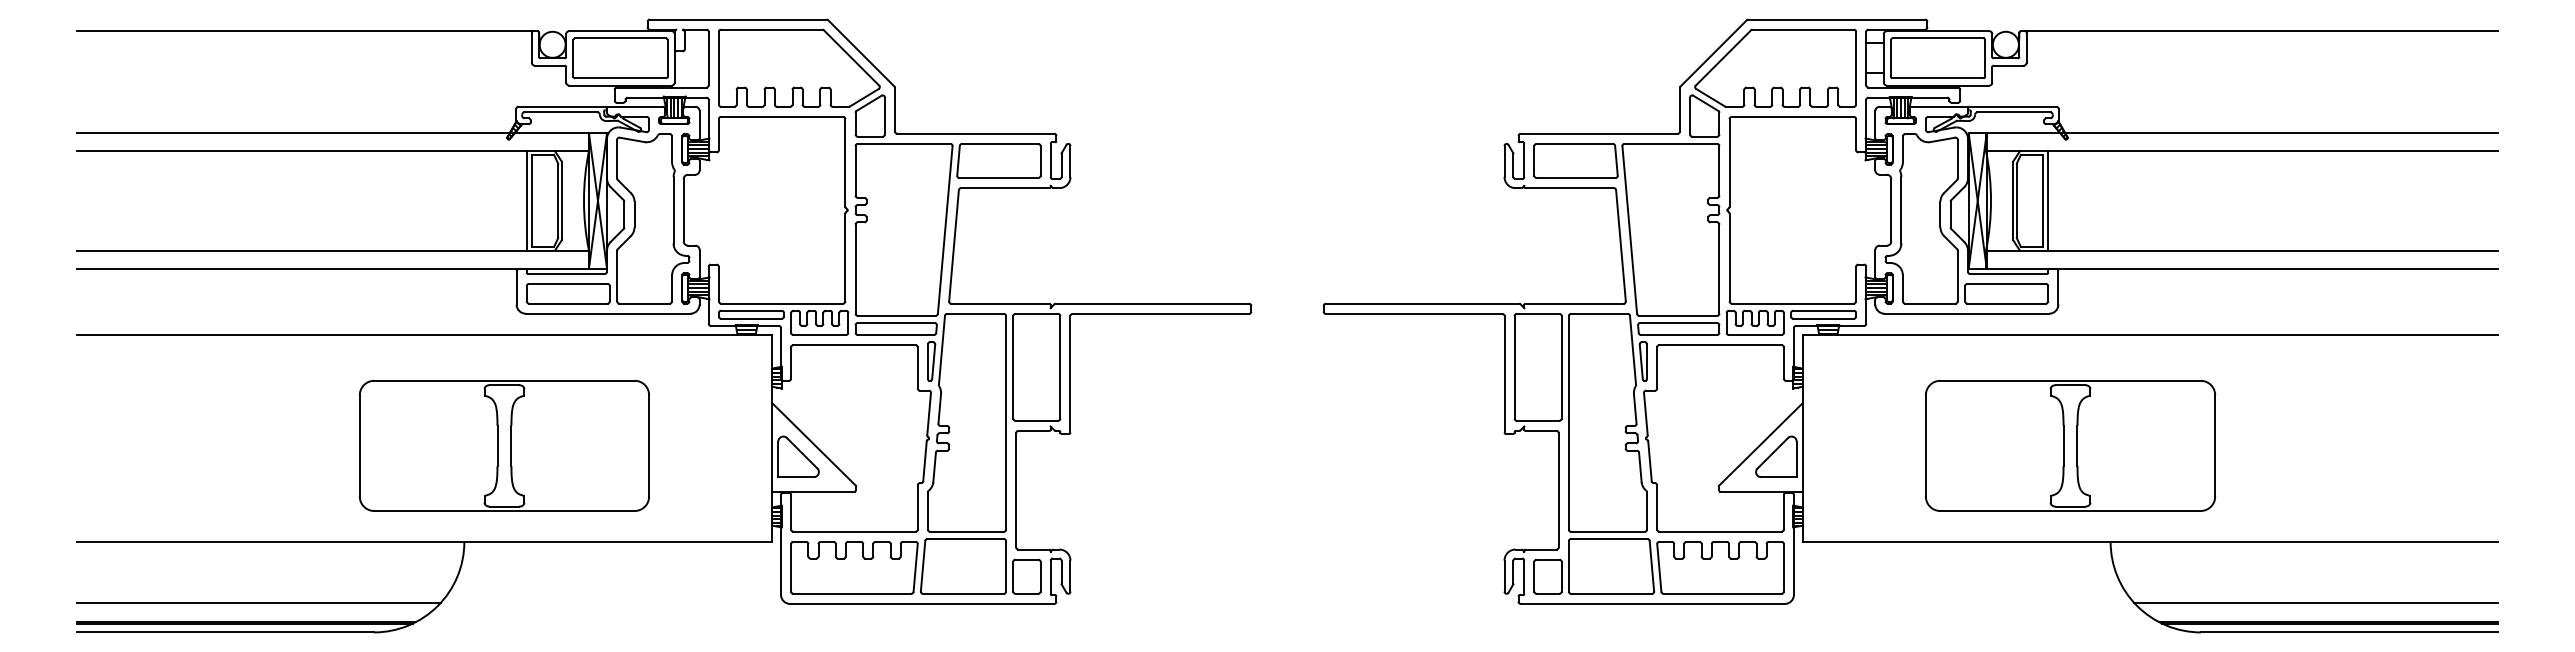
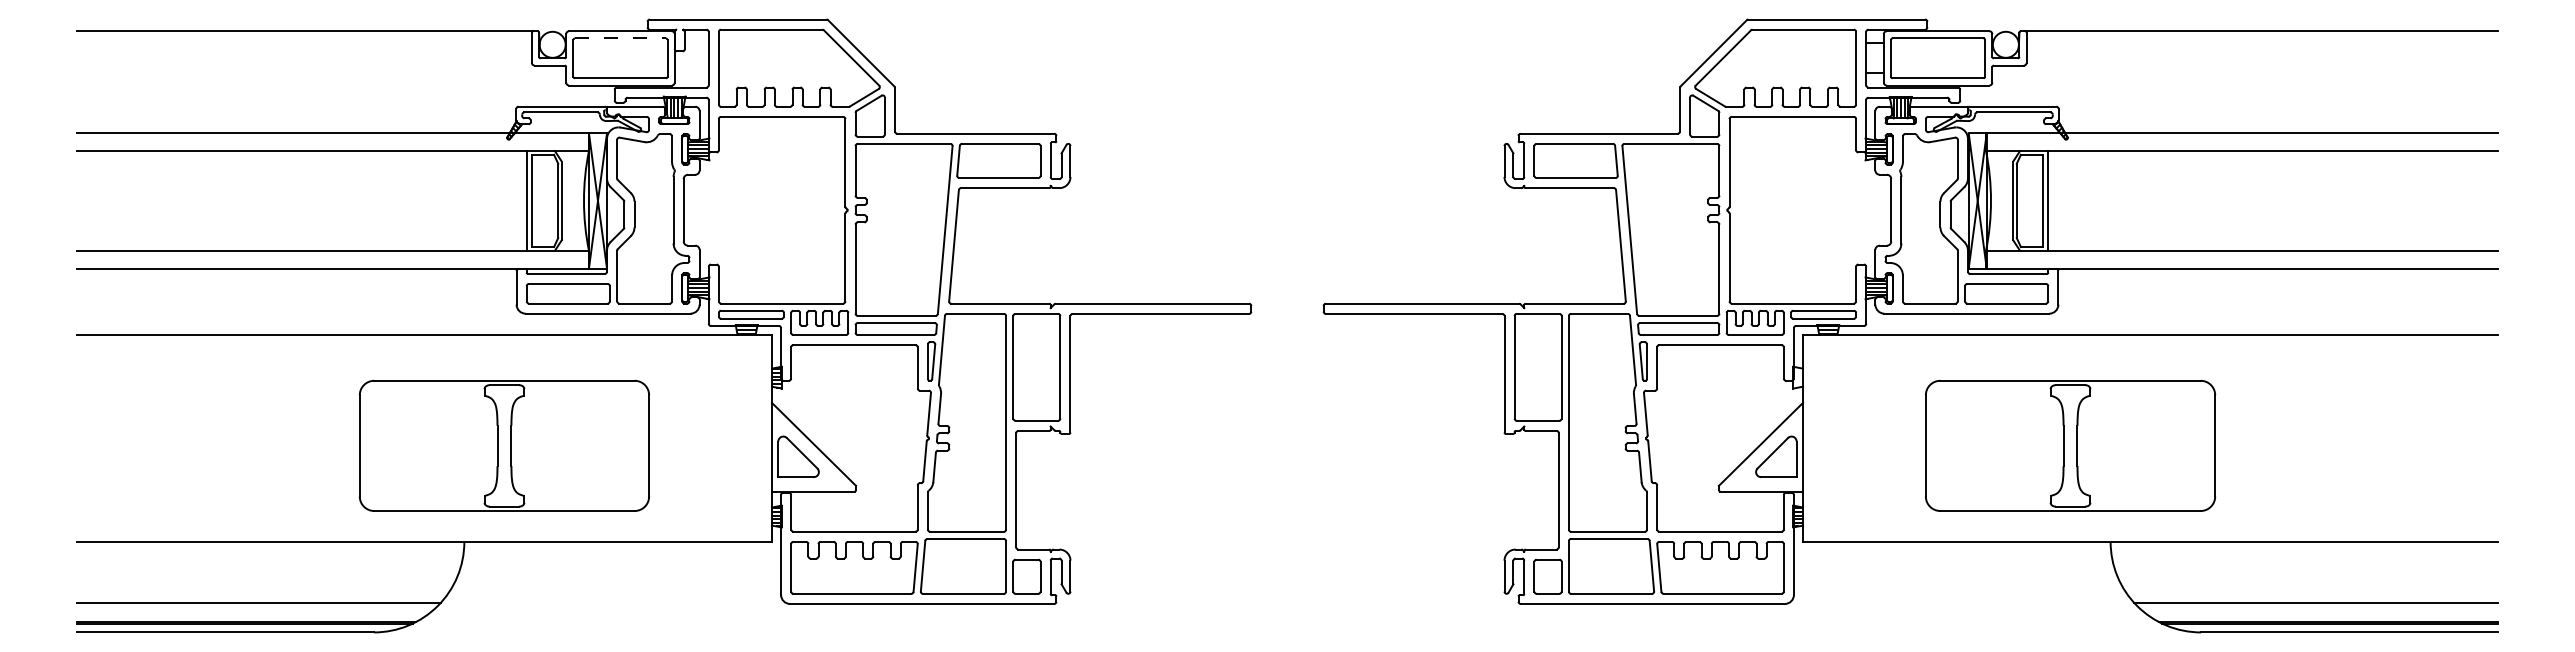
line at (620, 38): solid -> dashed
hatch at (1798, 378): present -> none
